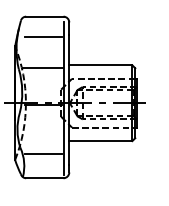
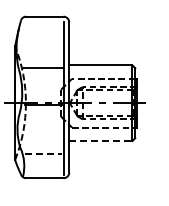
line at (42, 36): present -> none
line at (100, 141): solid -> dashed
line at (43, 153): solid -> dashed
